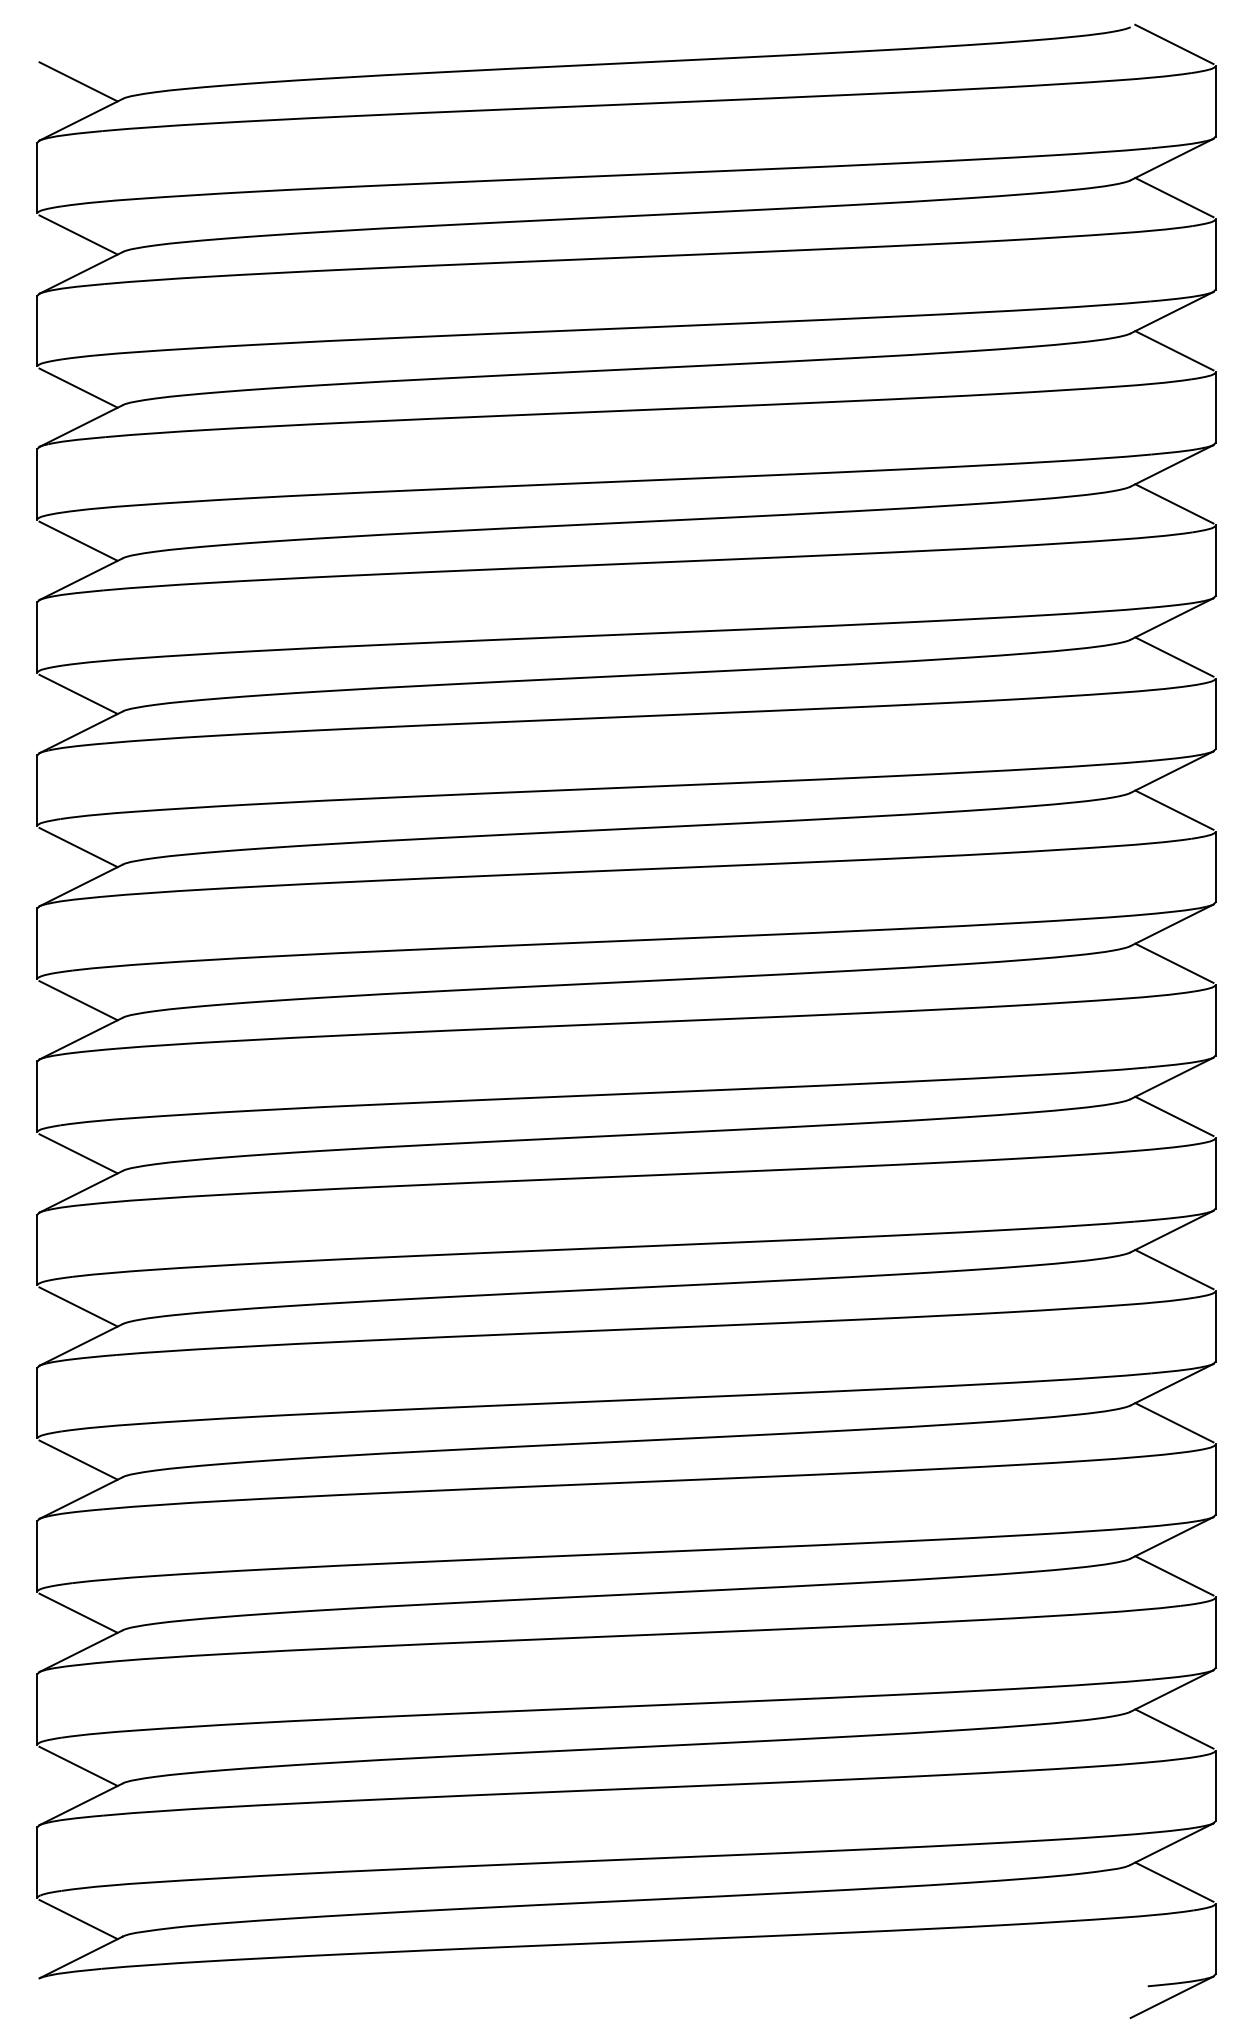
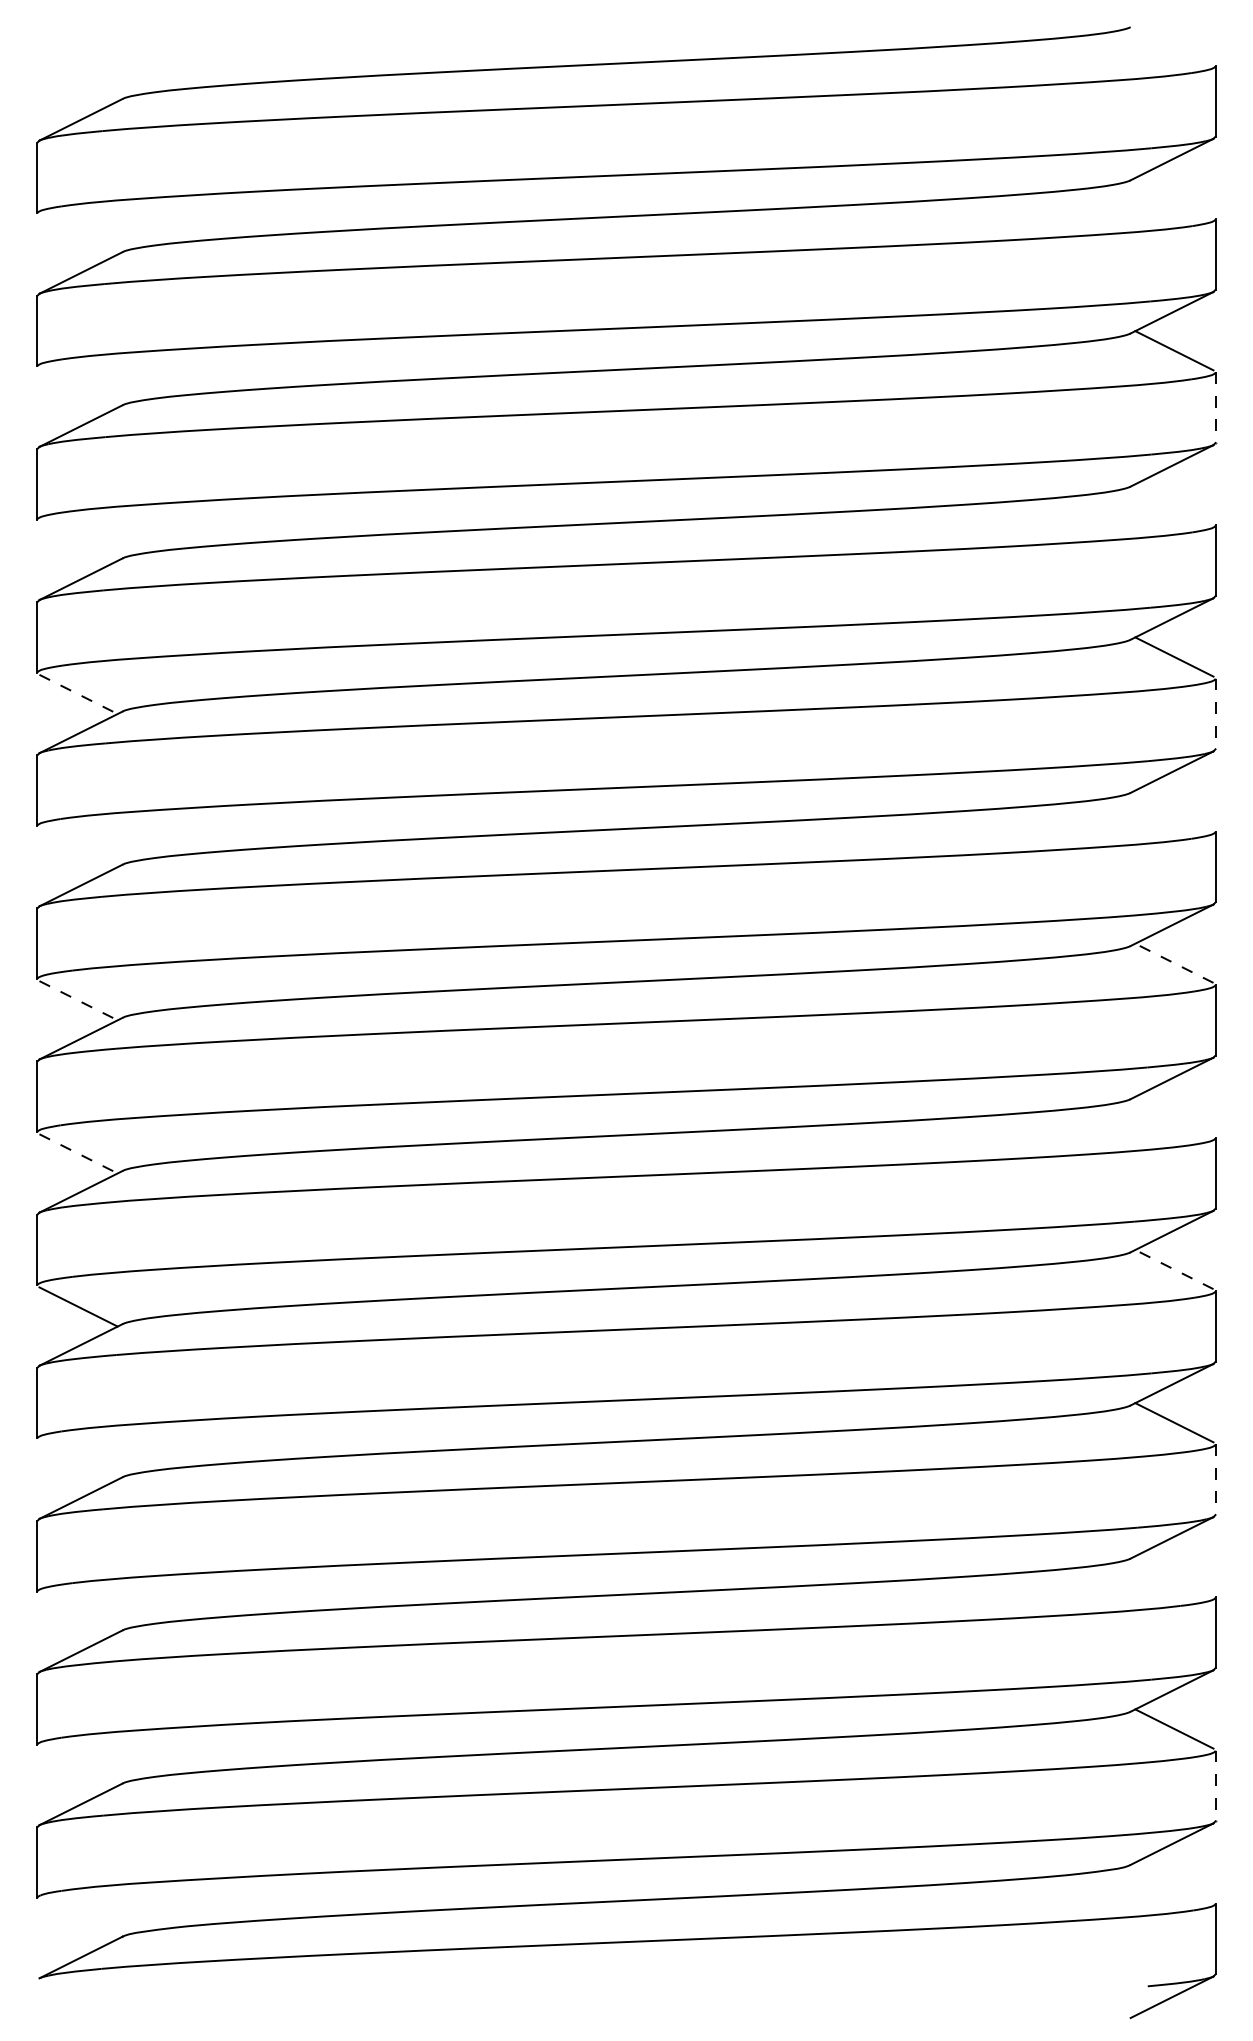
line at (1174, 44): present -> none
line at (78, 81): present -> none
line at (1174, 197): present -> none
line at (78, 234): present -> none
line at (78, 387): present -> none
line at (1215, 408): solid -> dashed
line at (1174, 503): present -> none
line at (78, 540): present -> none
line at (78, 694): solid -> dashed
line at (1215, 714): solid -> dashed
line at (1174, 809): present -> none
line at (78, 847): present -> none
line at (1174, 963): solid -> dashed
line at (78, 1000): solid -> dashed
line at (1174, 1116): present -> none
line at (78, 1153): solid -> dashed
line at (1174, 1269): solid -> dashed
line at (78, 1459): present -> none
line at (1215, 1480): solid -> dashed
line at (1174, 1575): present -> none
line at (78, 1612): present -> none
line at (78, 1765): present -> none
line at (1215, 1786): solid -> dashed
line at (1174, 1881): present -> none
line at (78, 1919): present -> none
